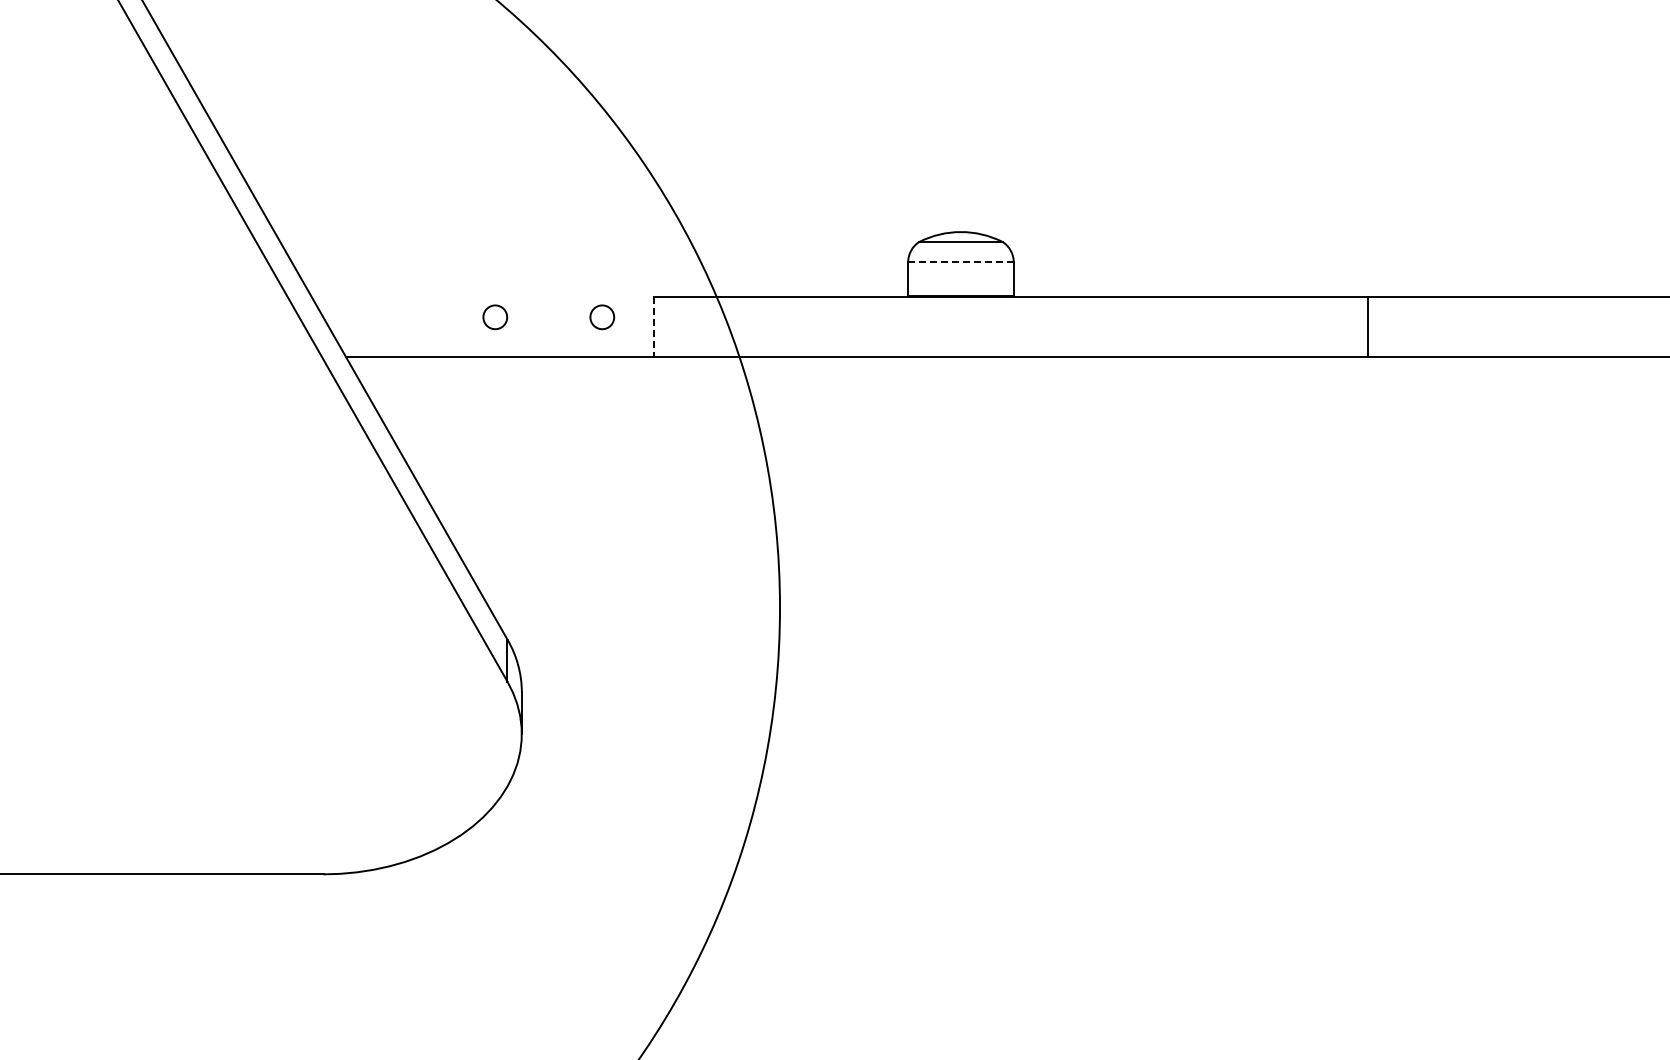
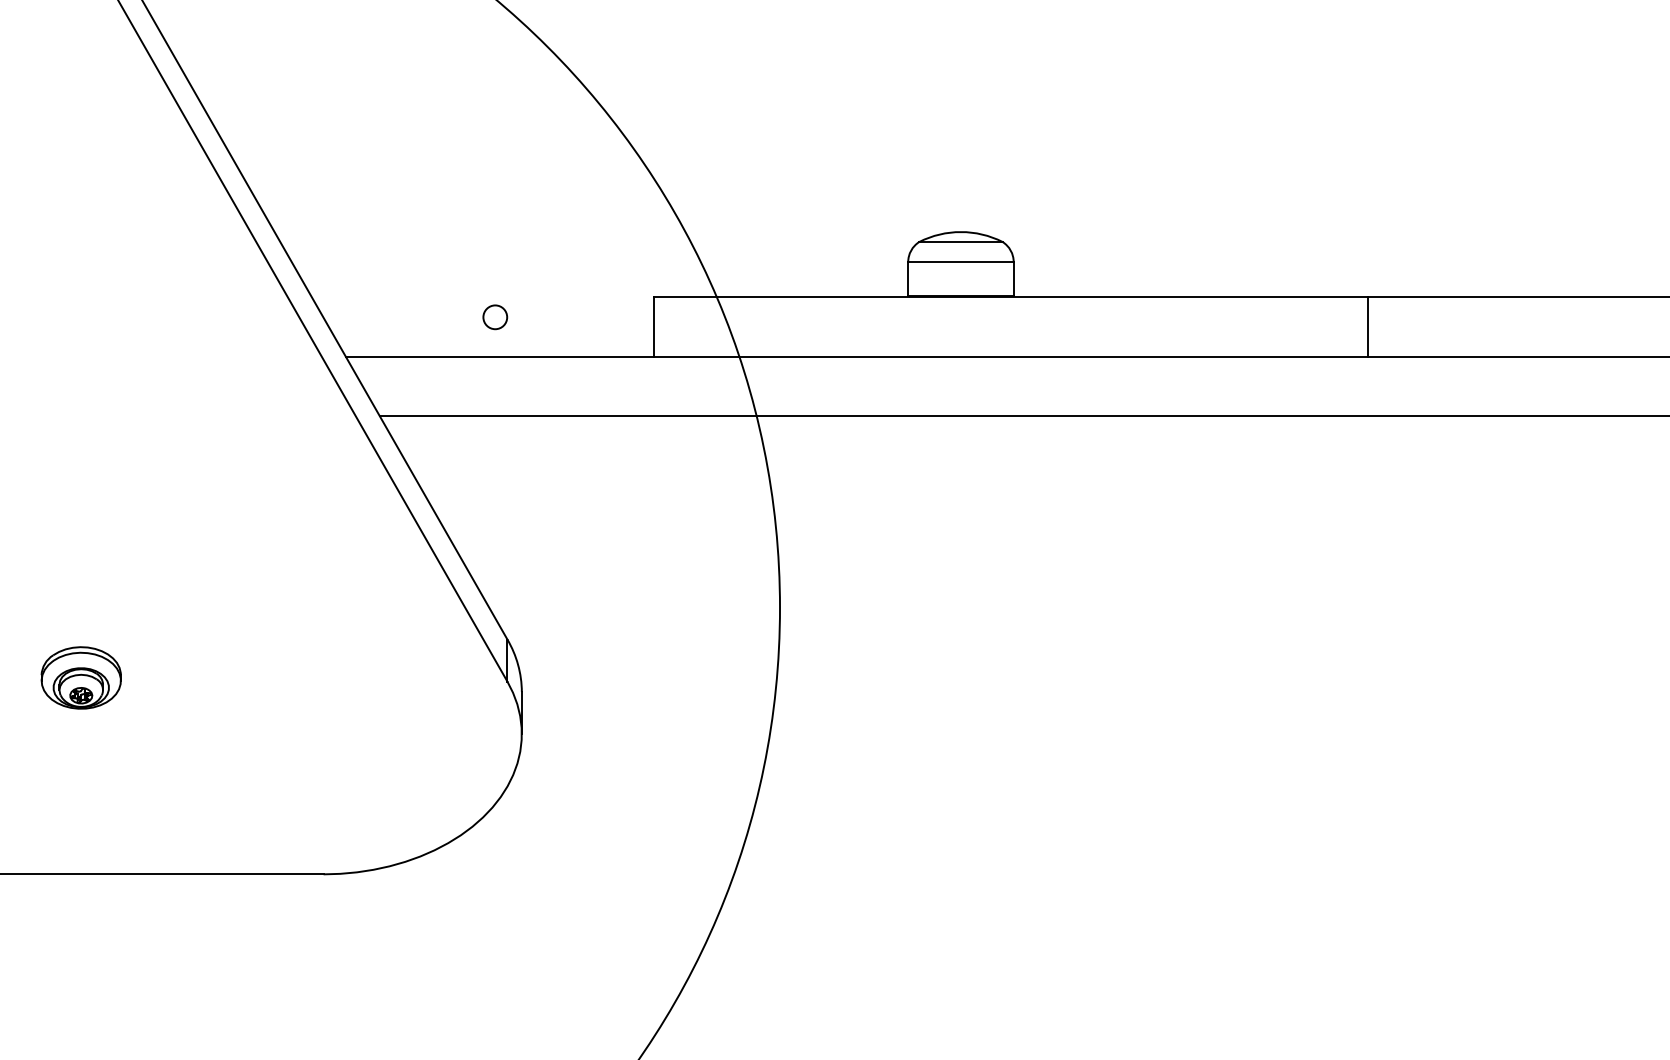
line at (960, 262): dashed -> solid
circle at (602, 317): present -> none
line at (653, 327): dashed -> solid
line at (1022, 416): none -> present
part at (80, 677): none -> present
